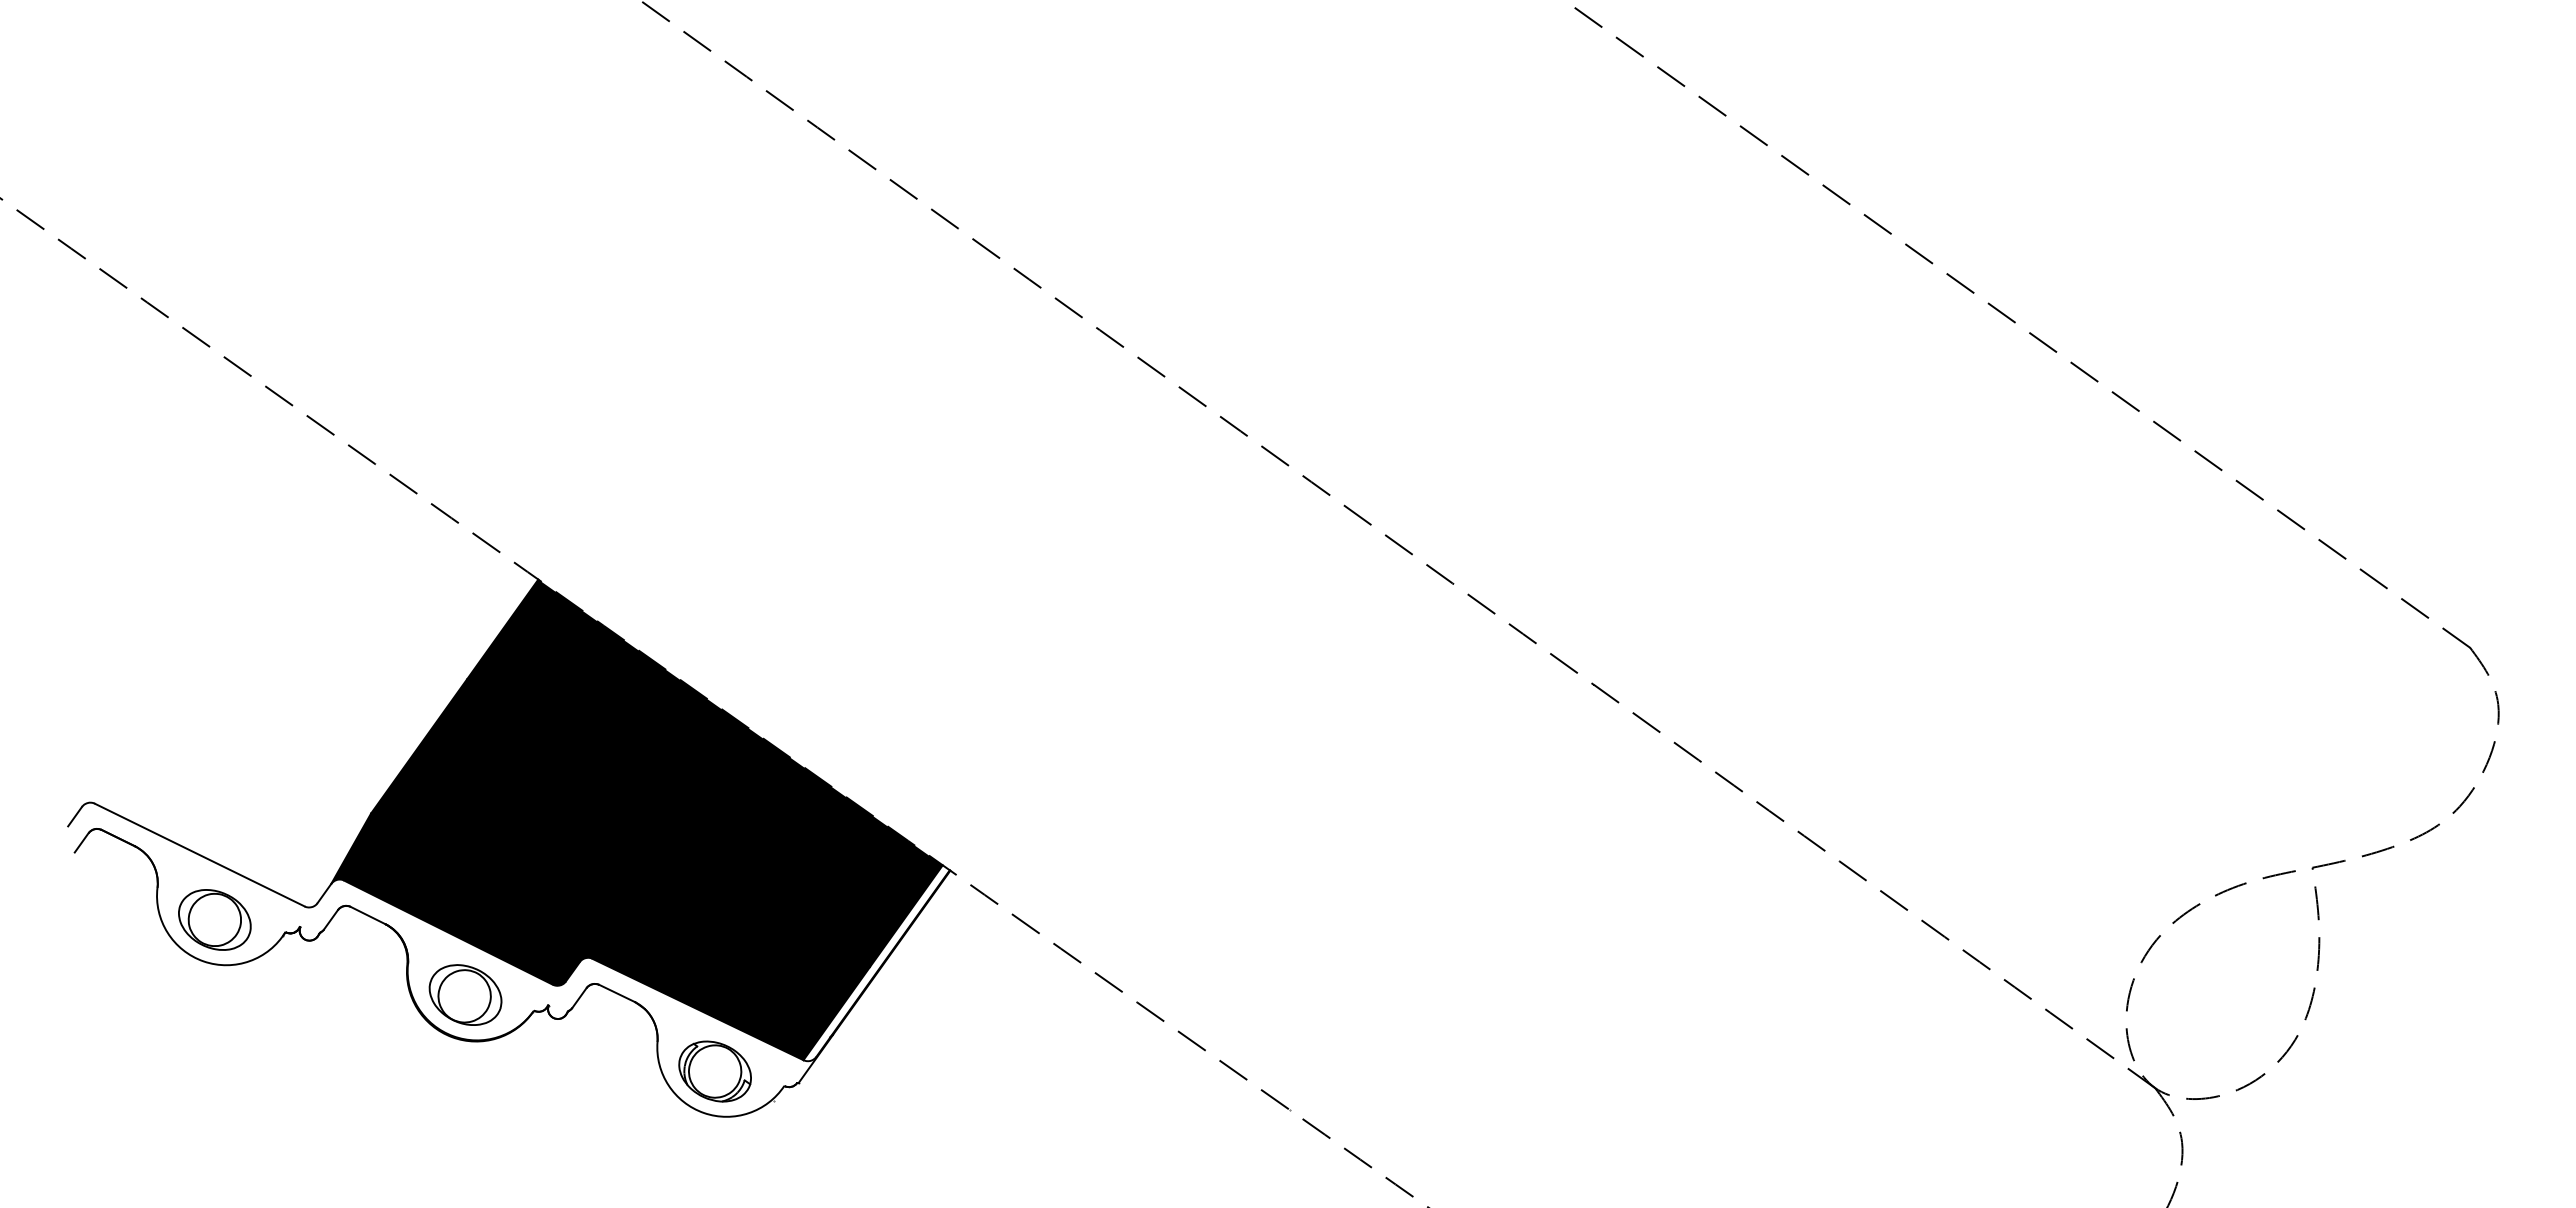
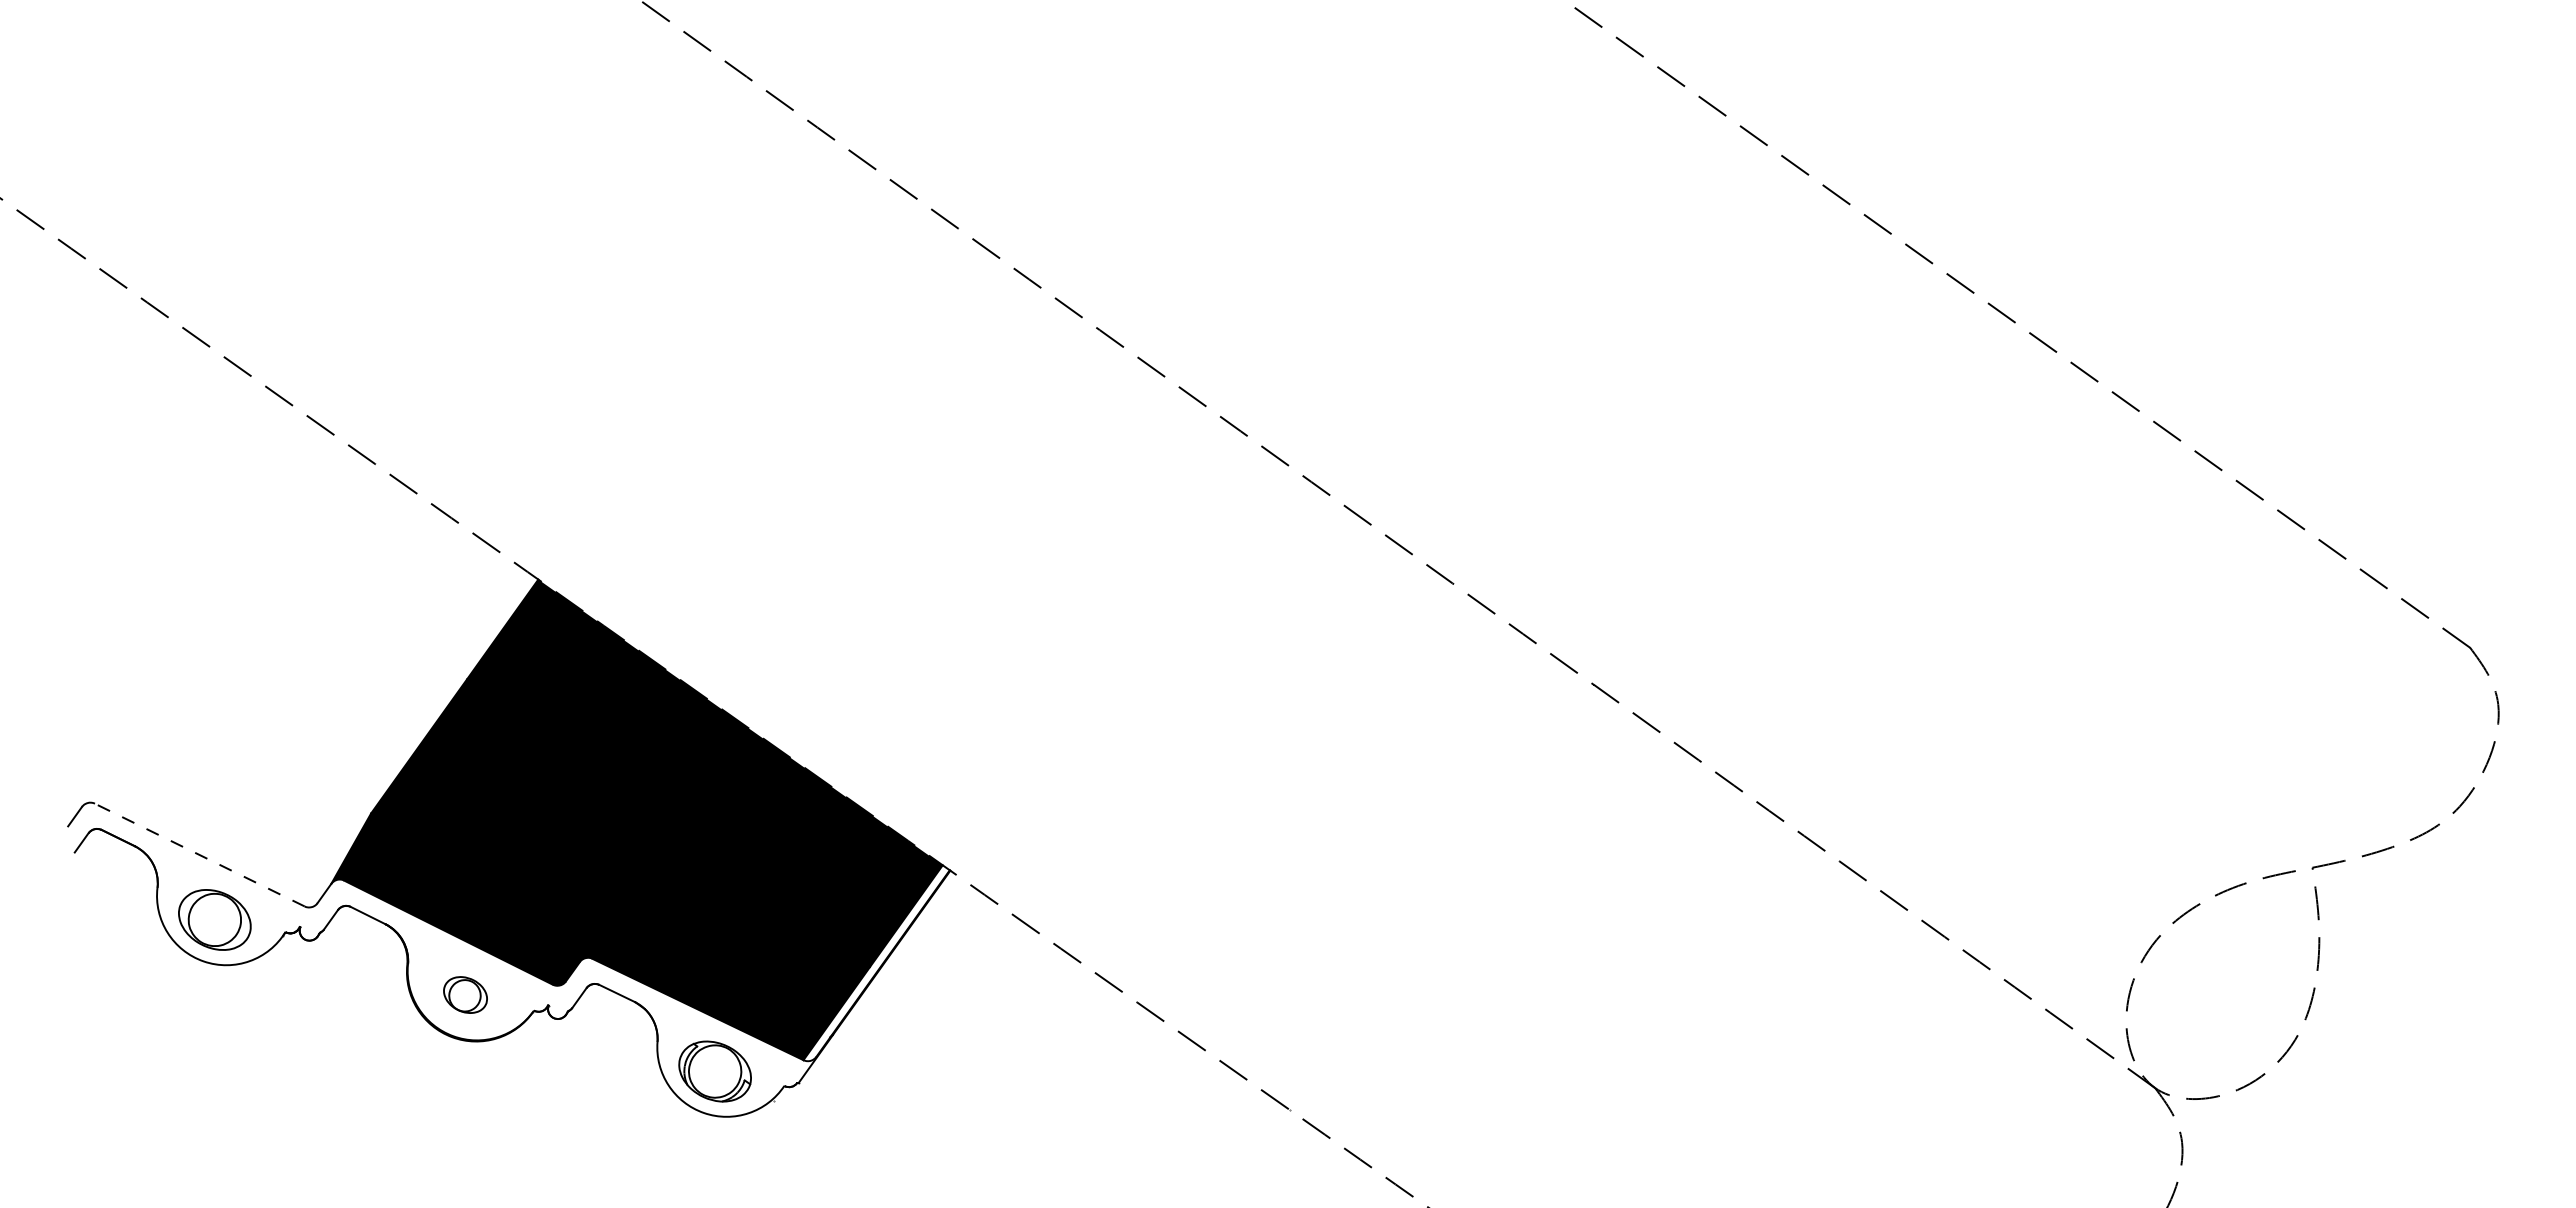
line at (199, 855): solid -> dashed
part at (465, 994) size: 75x62 px -> 45x38 px
